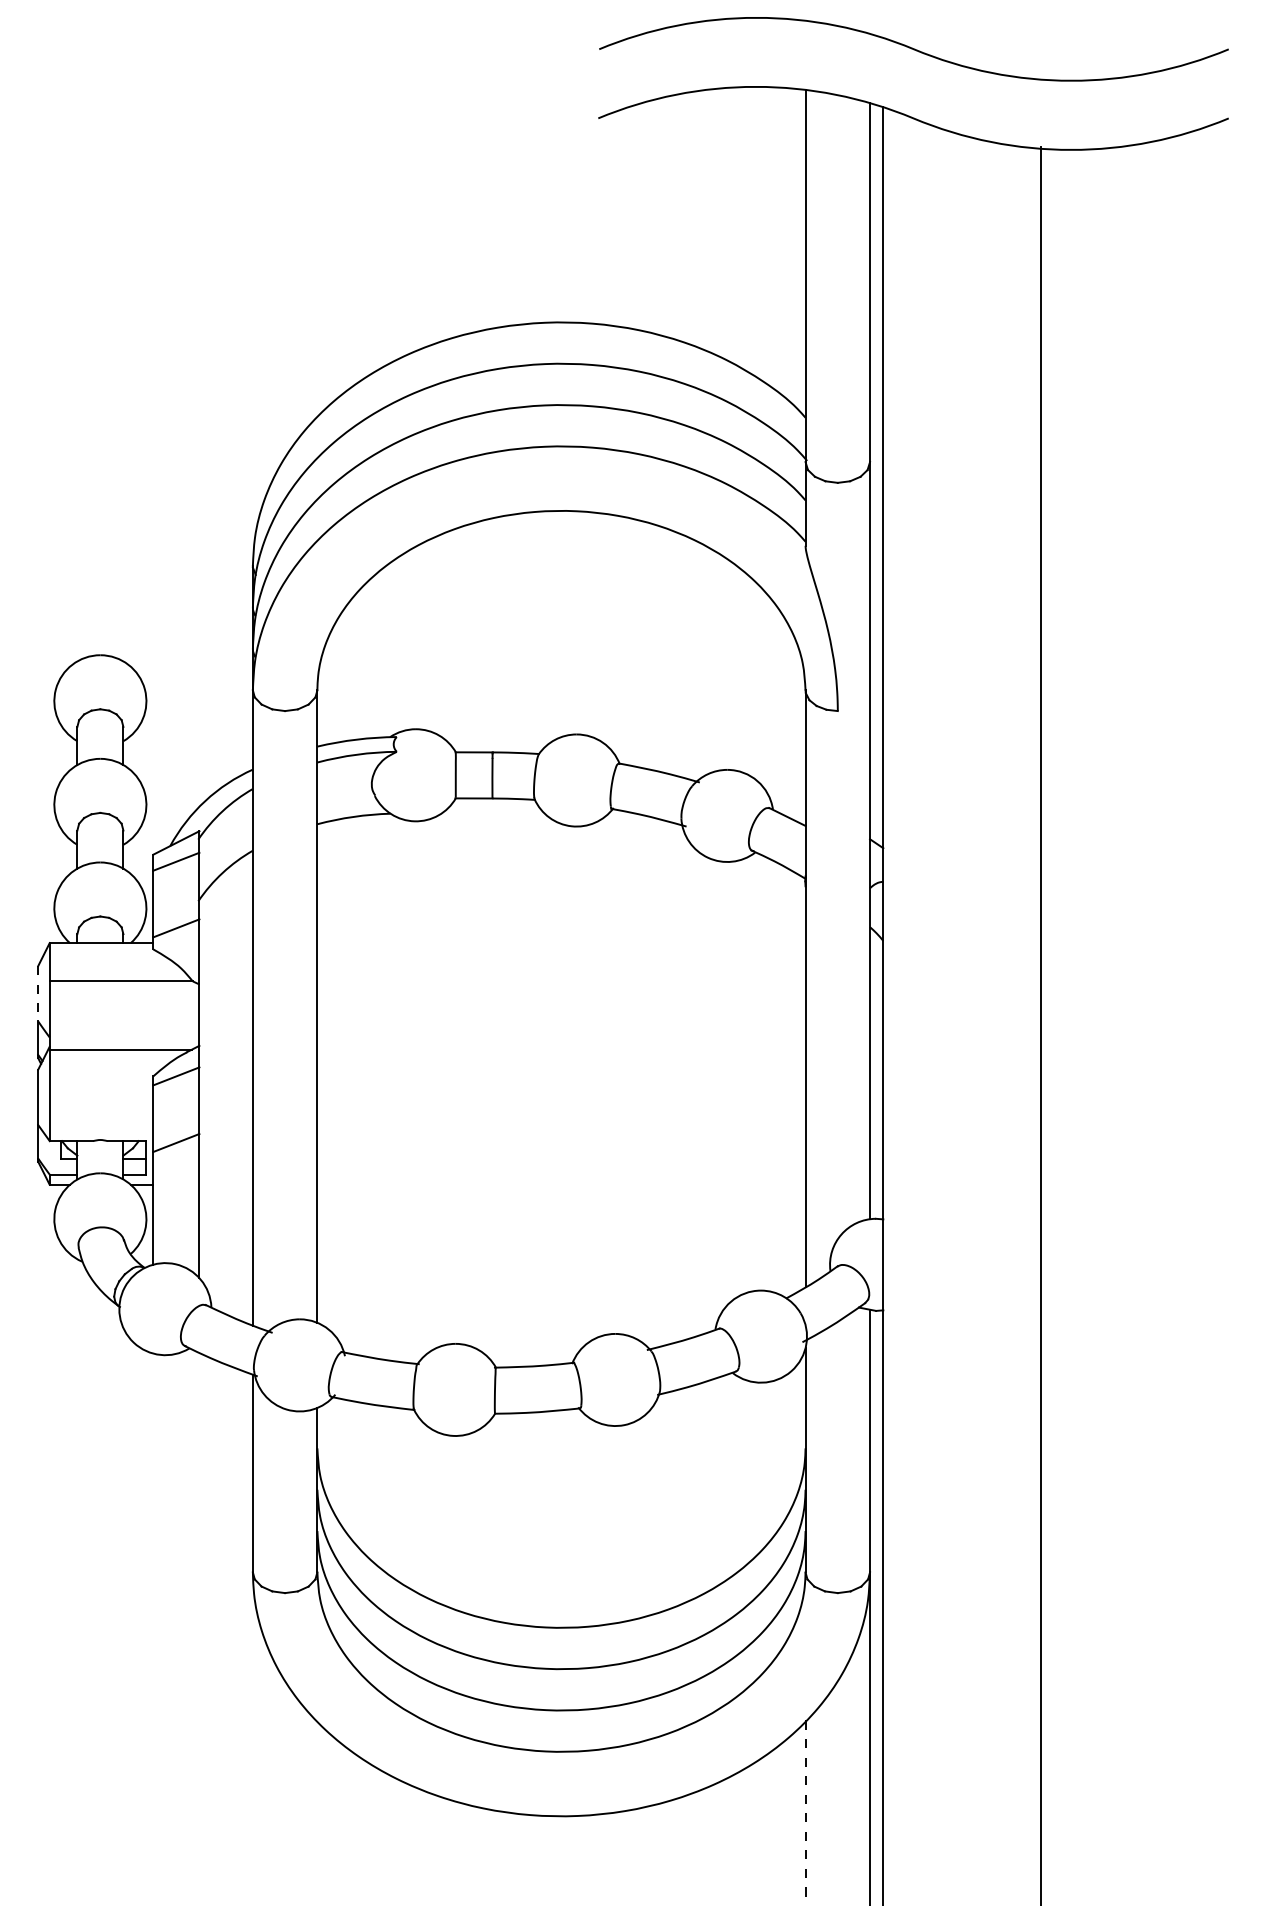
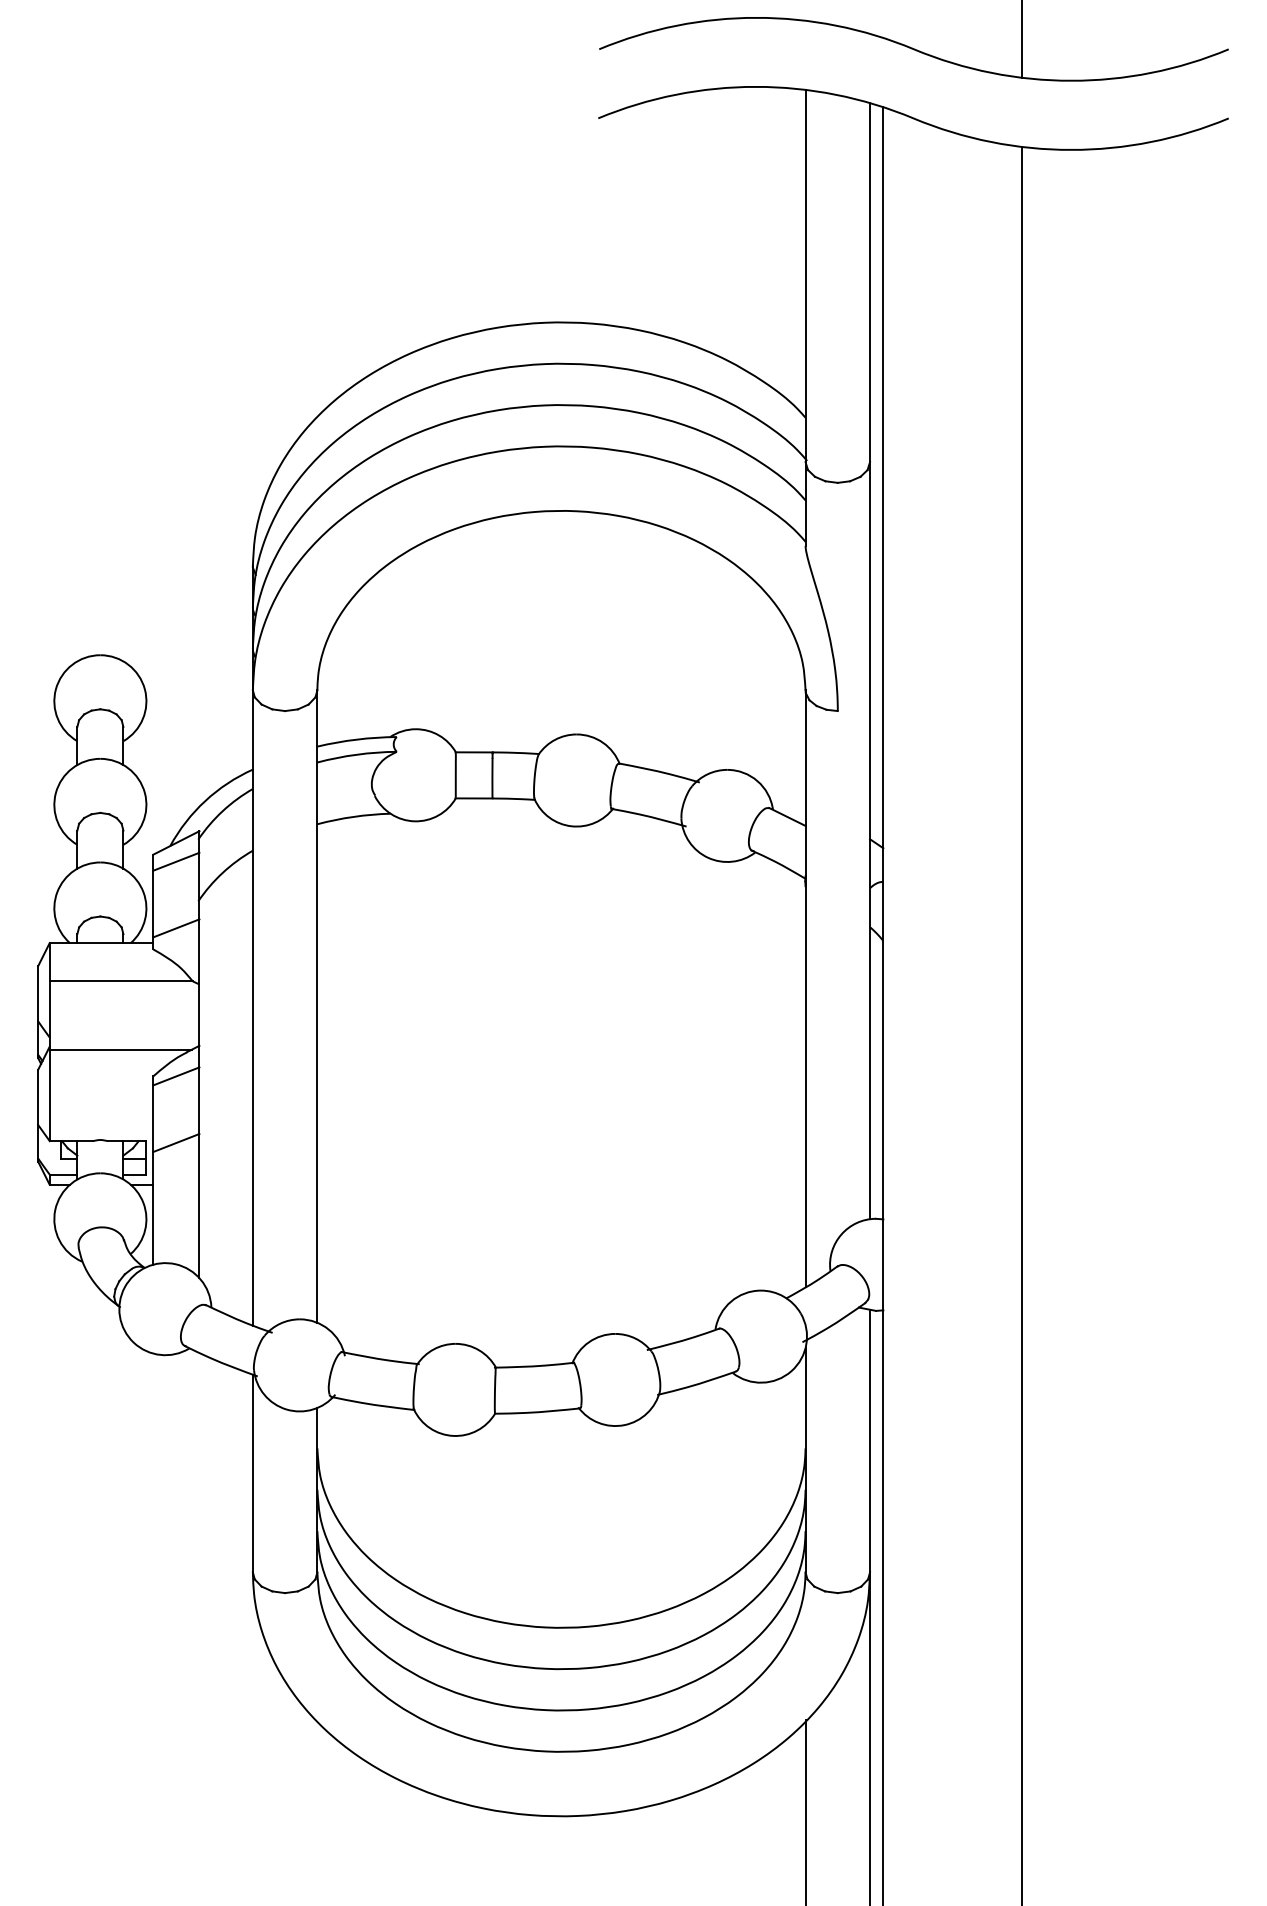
line at (1021, 39): none -> present
line at (38, 993): dashed -> solid
line at (1040, 1024) position: (1040, 1024) -> (1021, 1024)
line at (805, 1813): dashed -> solid
